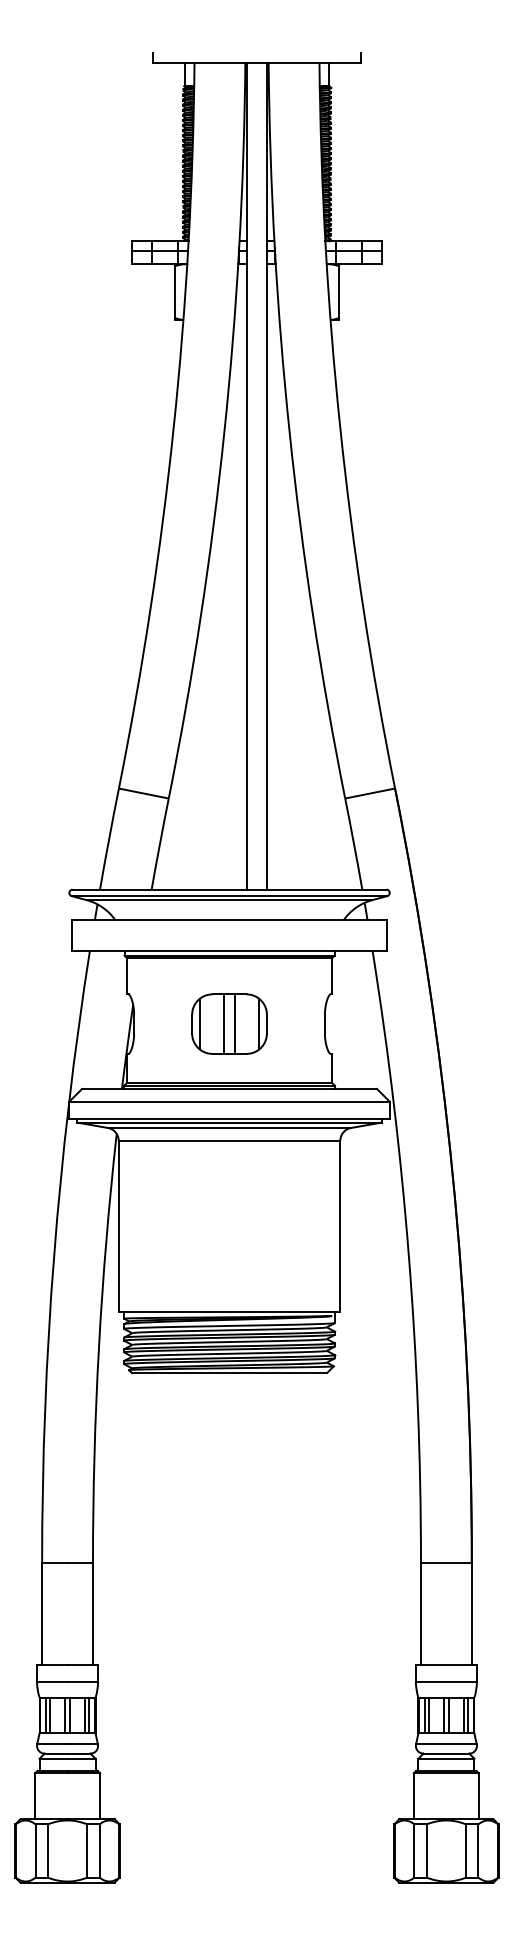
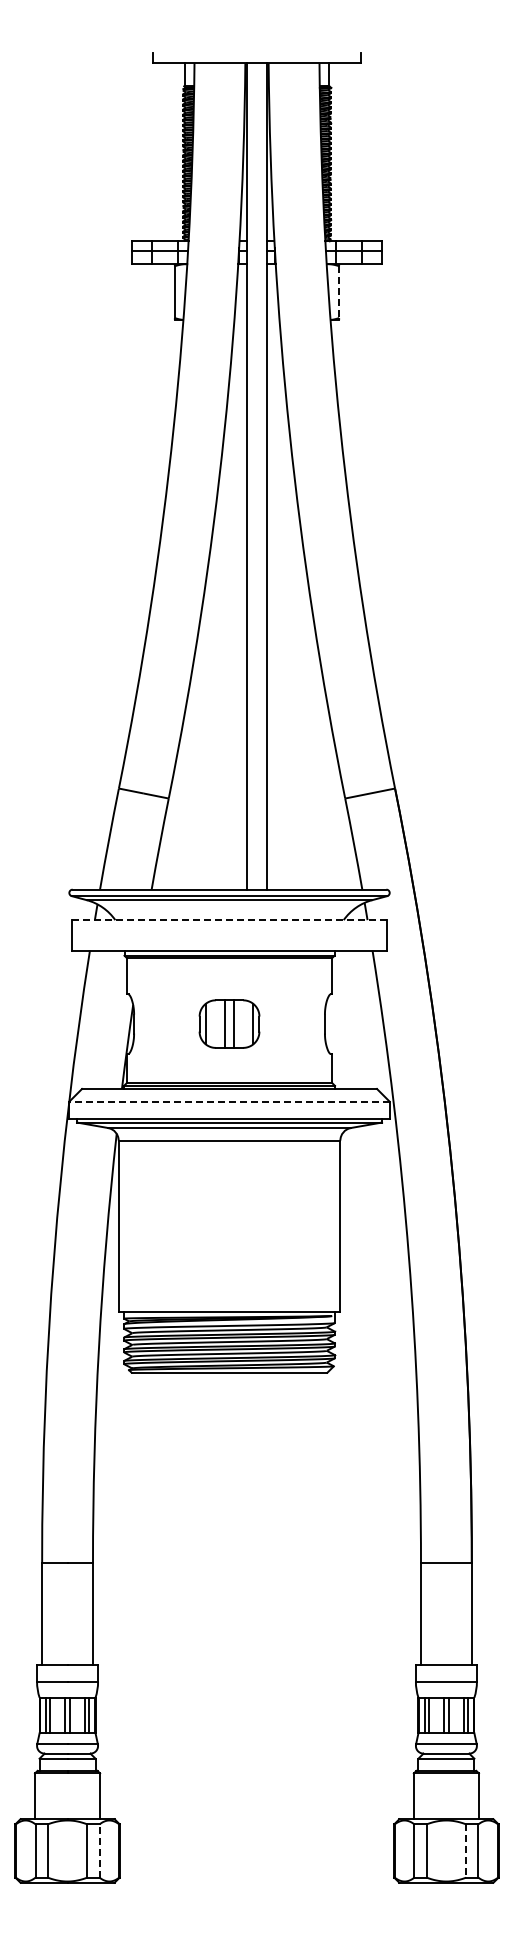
line at (339, 292): solid -> dashed
line at (229, 920): solid -> dashed
part at (229, 1023) size: 77x62 px -> 63x50 px
line at (229, 1101): solid -> dashed
line at (99, 1850): solid -> dashed
line at (465, 1850): solid -> dashed
